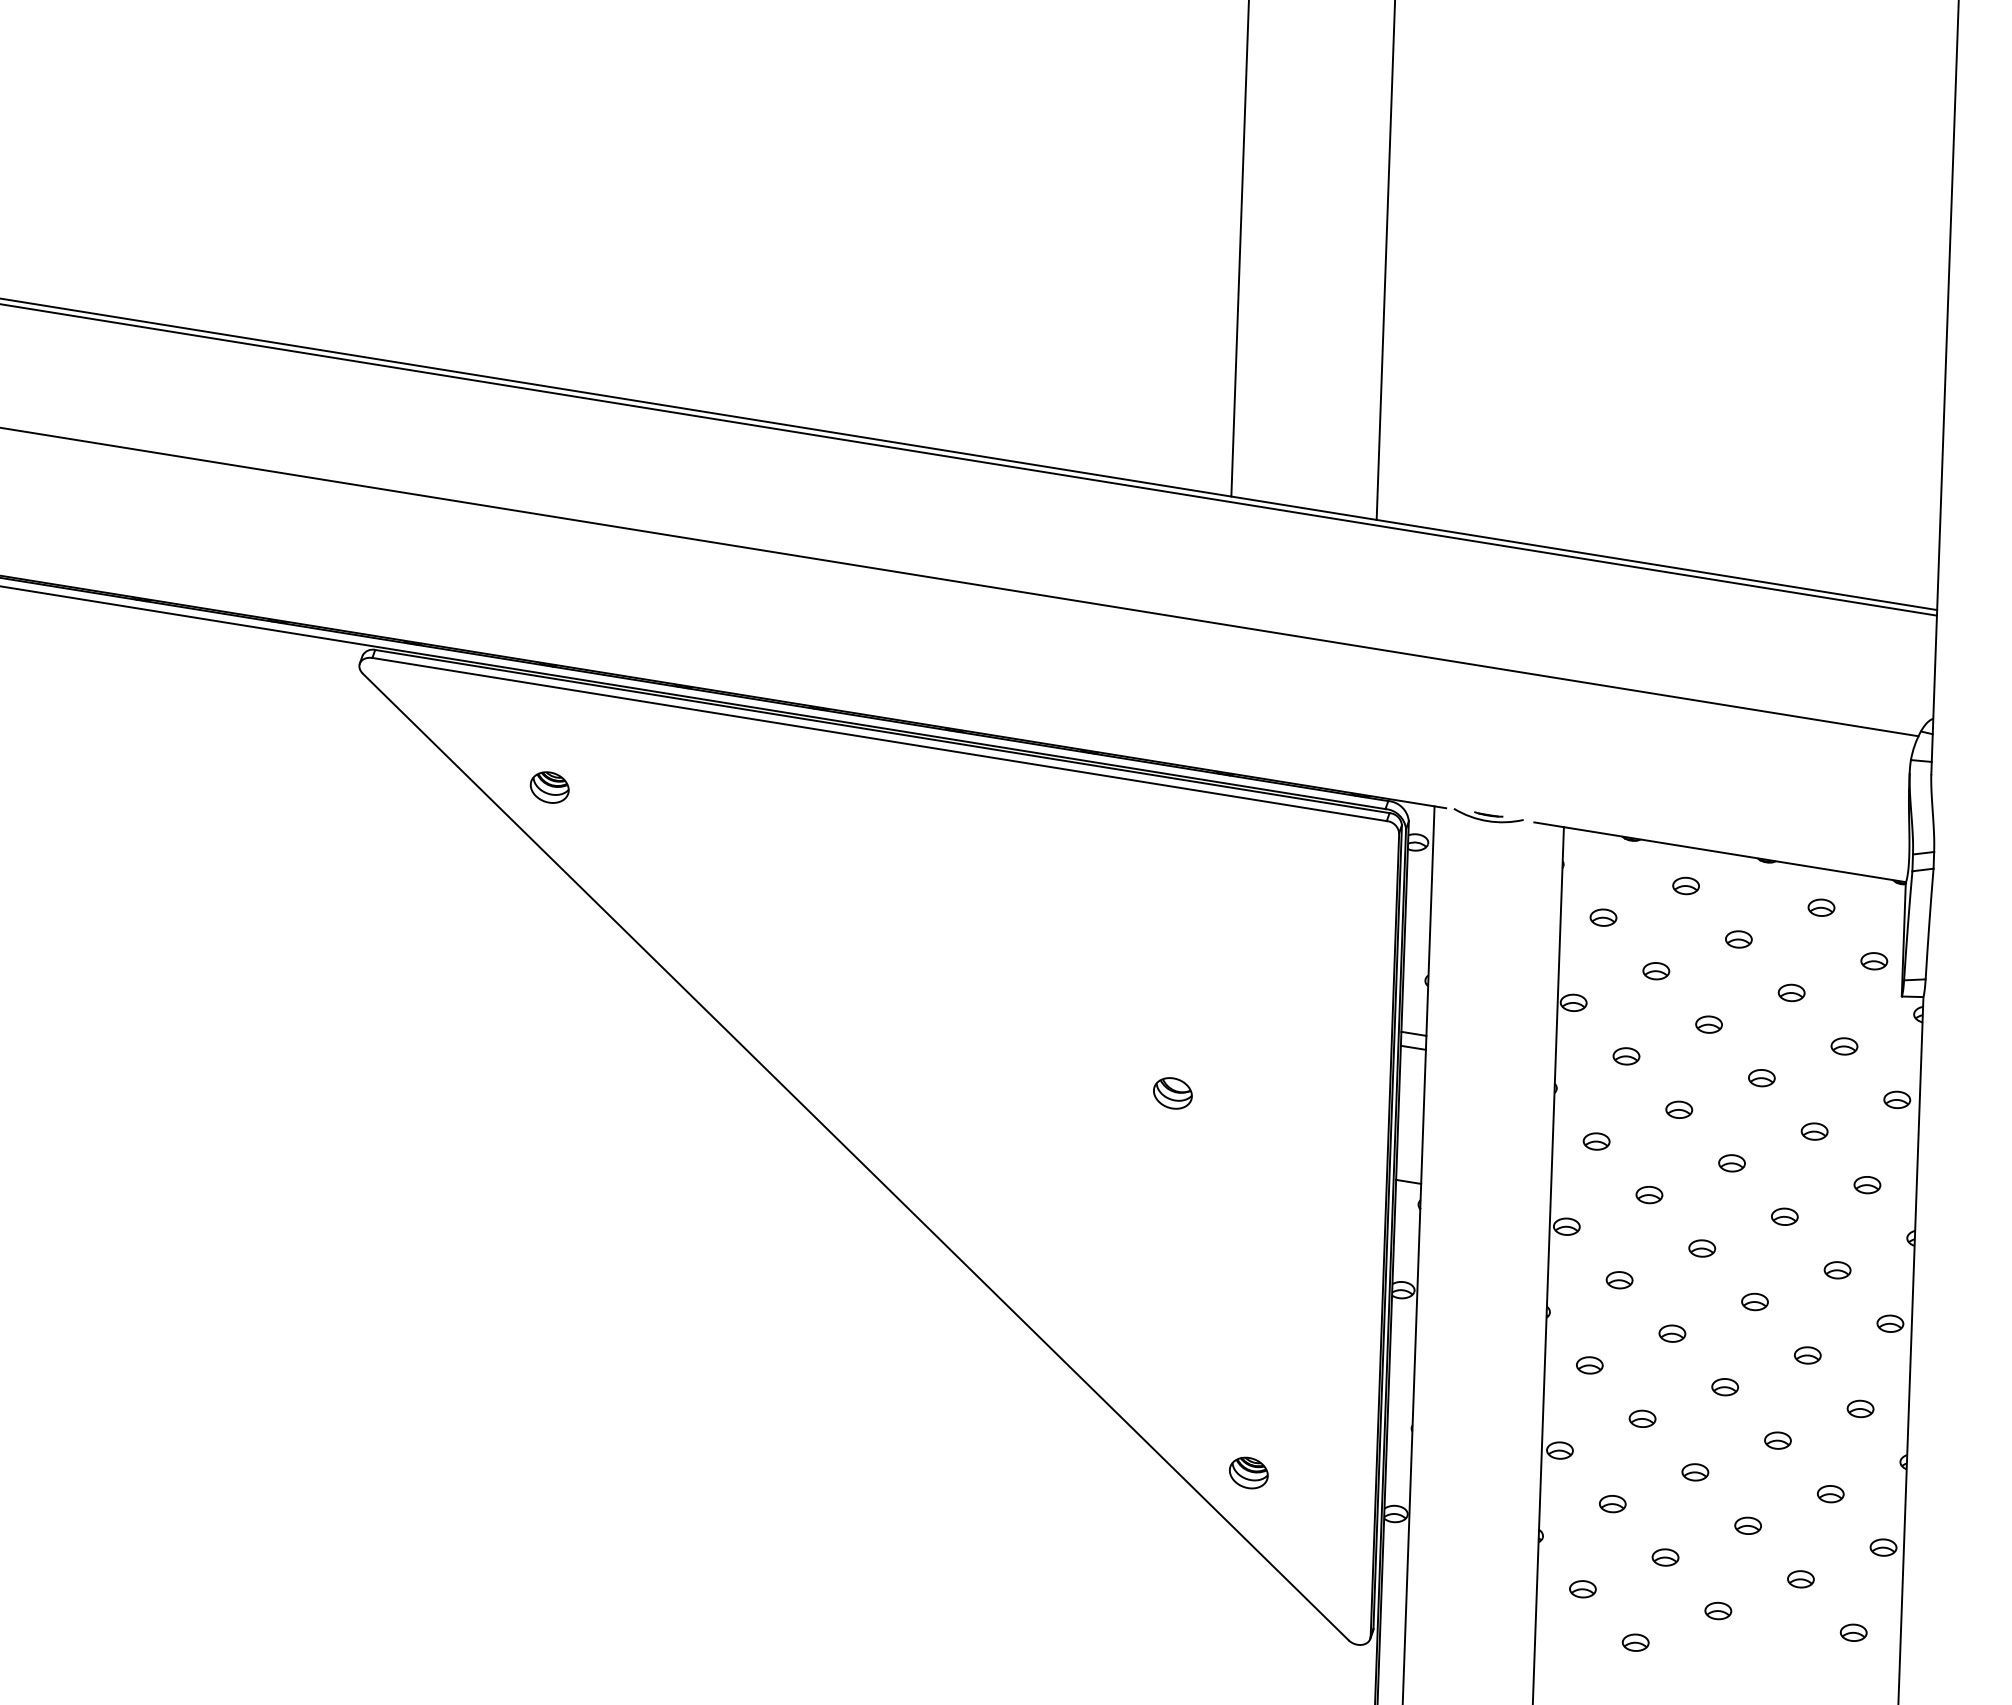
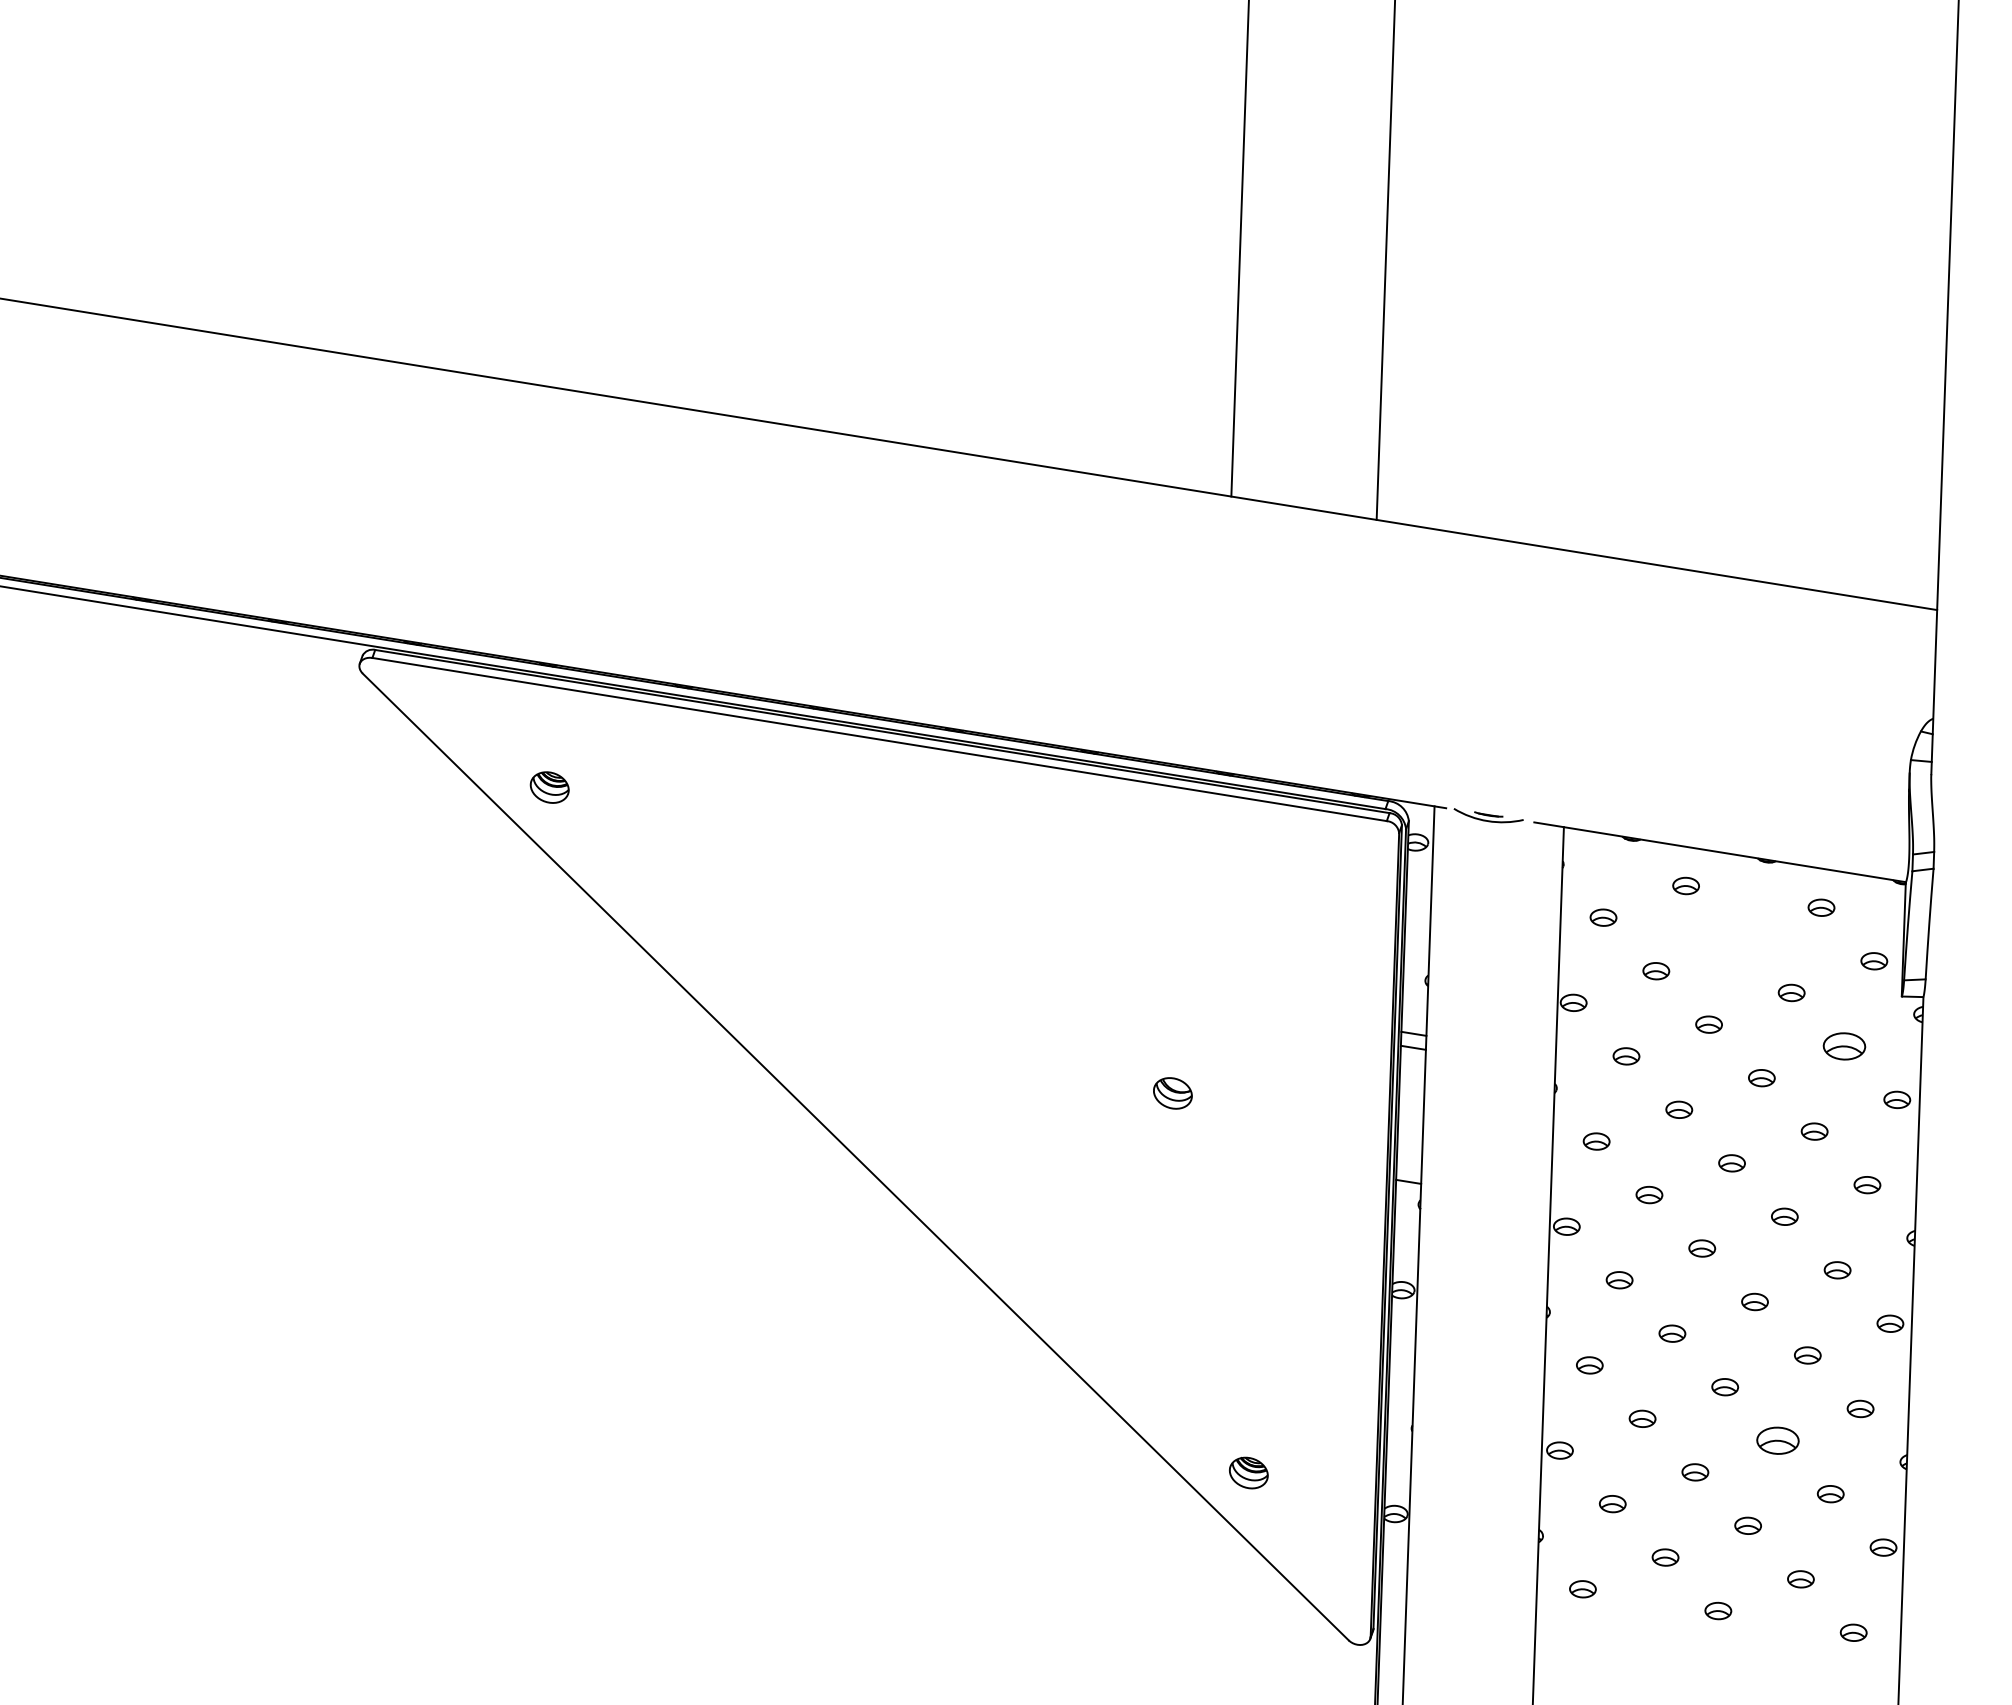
line at (969, 459): present -> none
line at (960, 582): present -> none
part at (1738, 939): present -> none
part at (1844, 1046) size: 29x19 px -> 45x29 px
part at (1777, 1440) size: 28x19 px -> 44x29 px
part at (1635, 1642): present -> none
